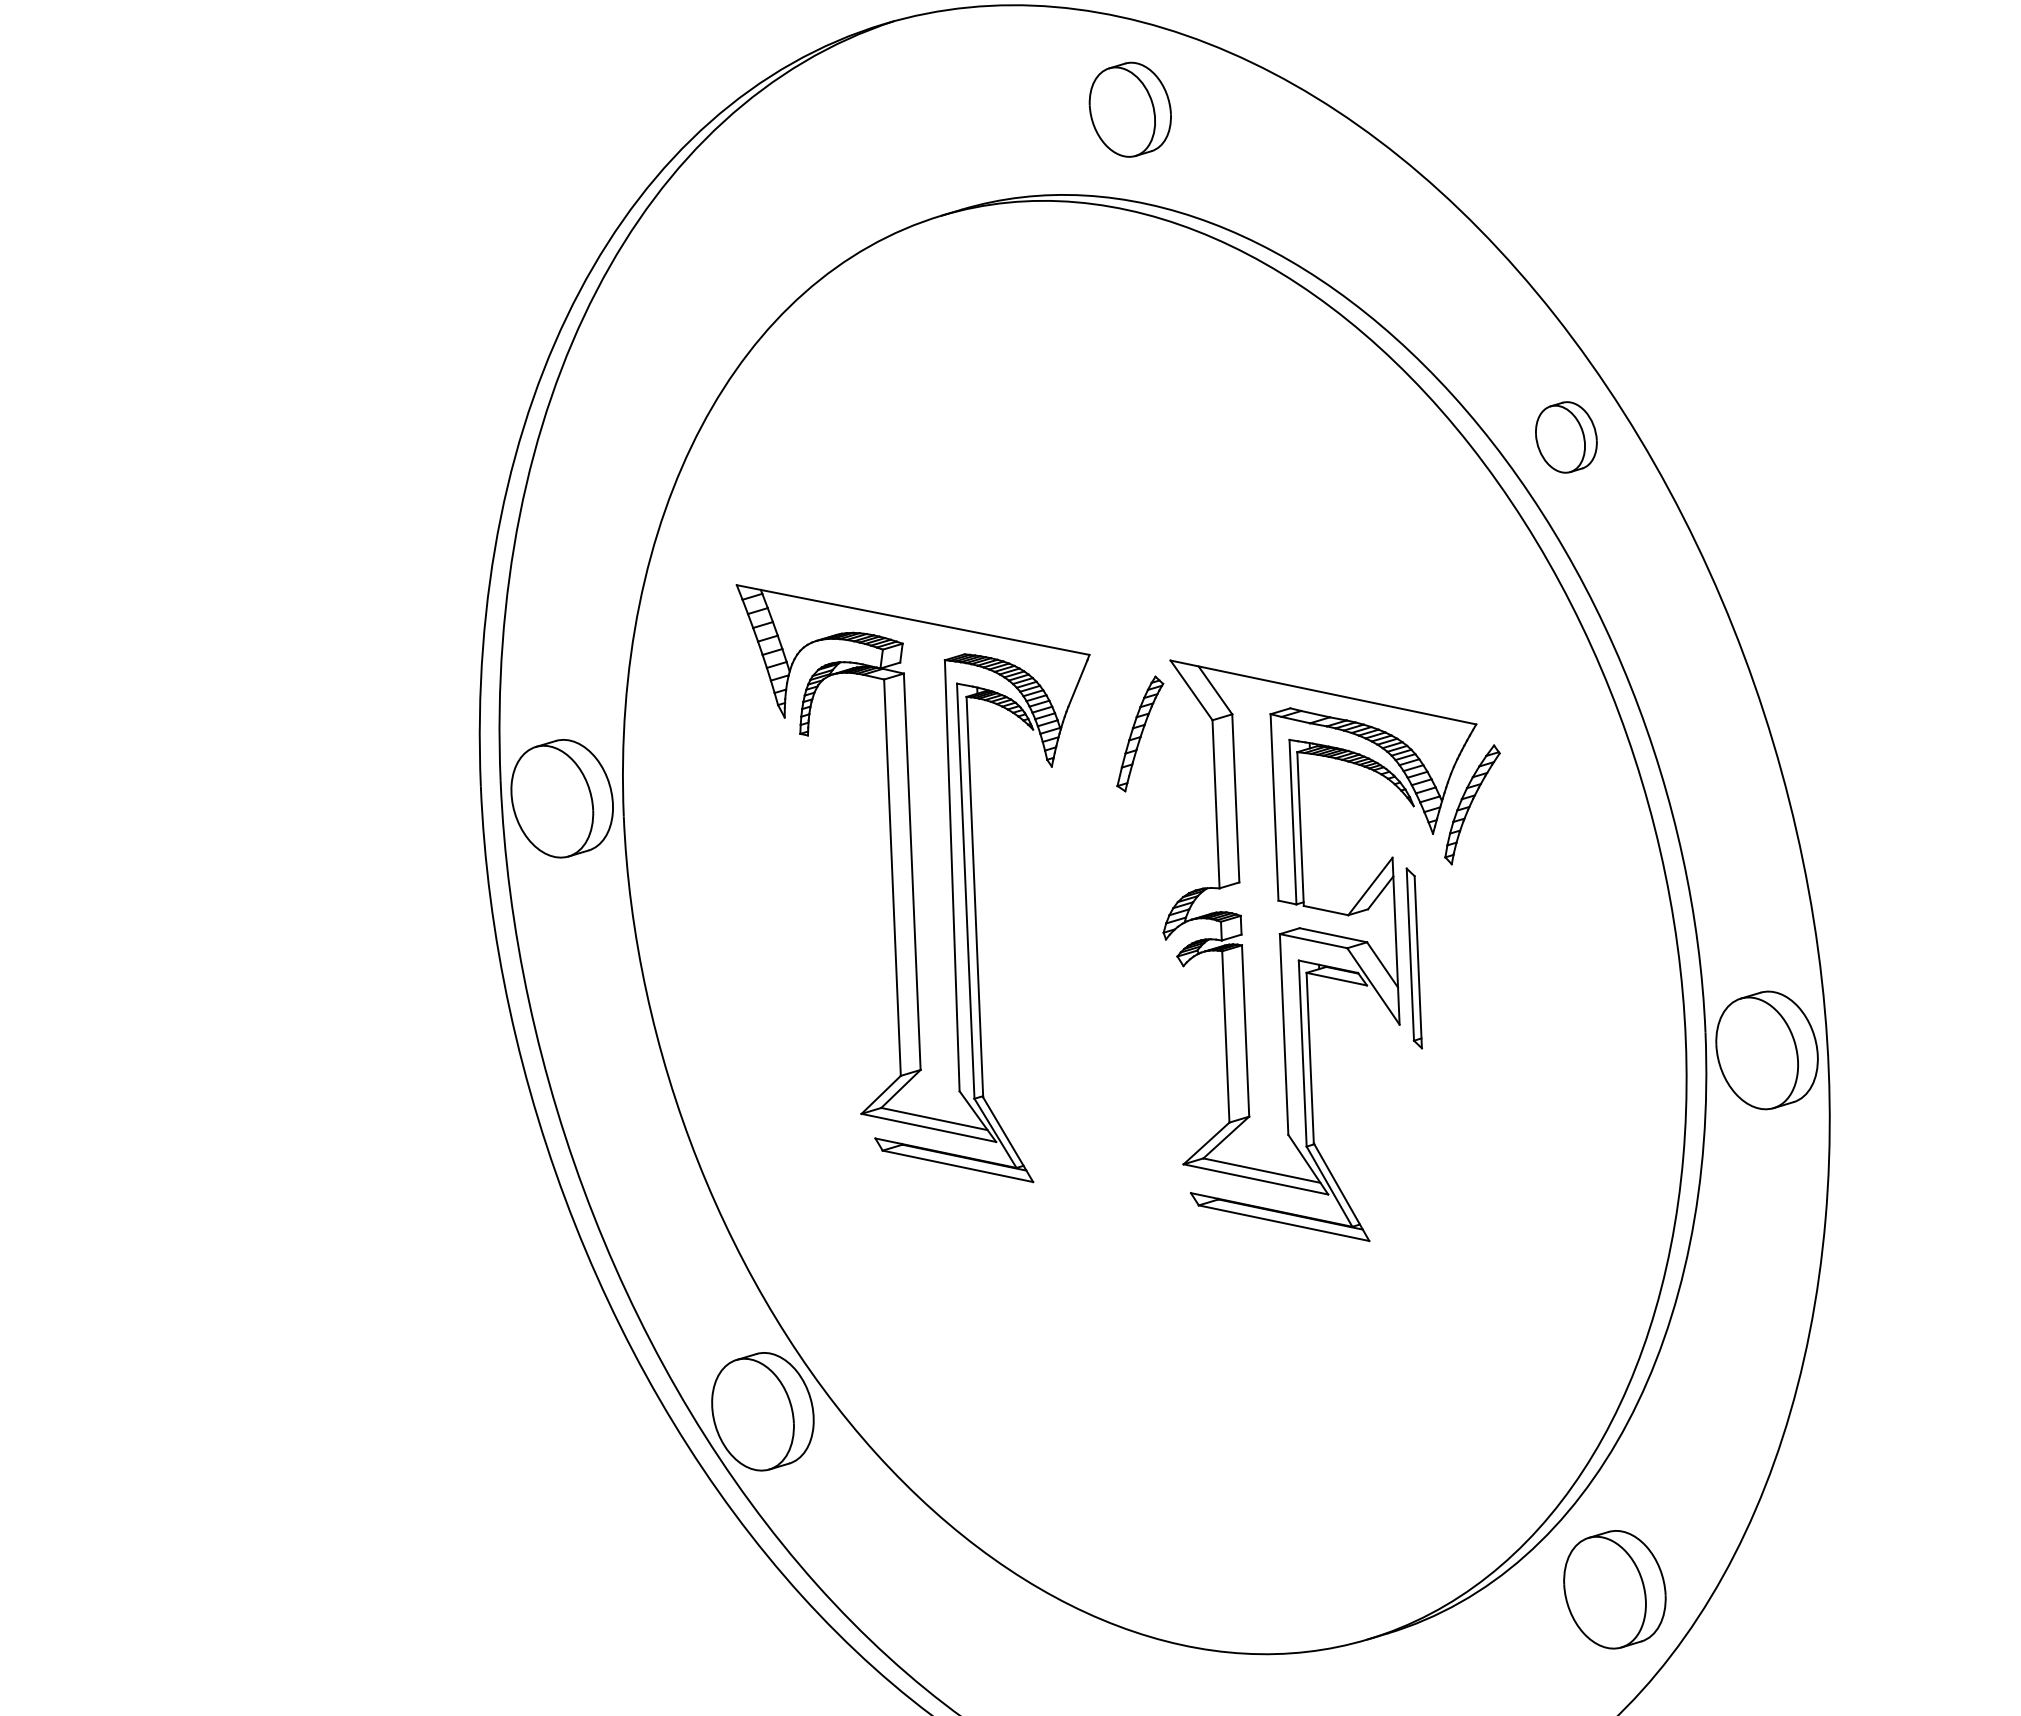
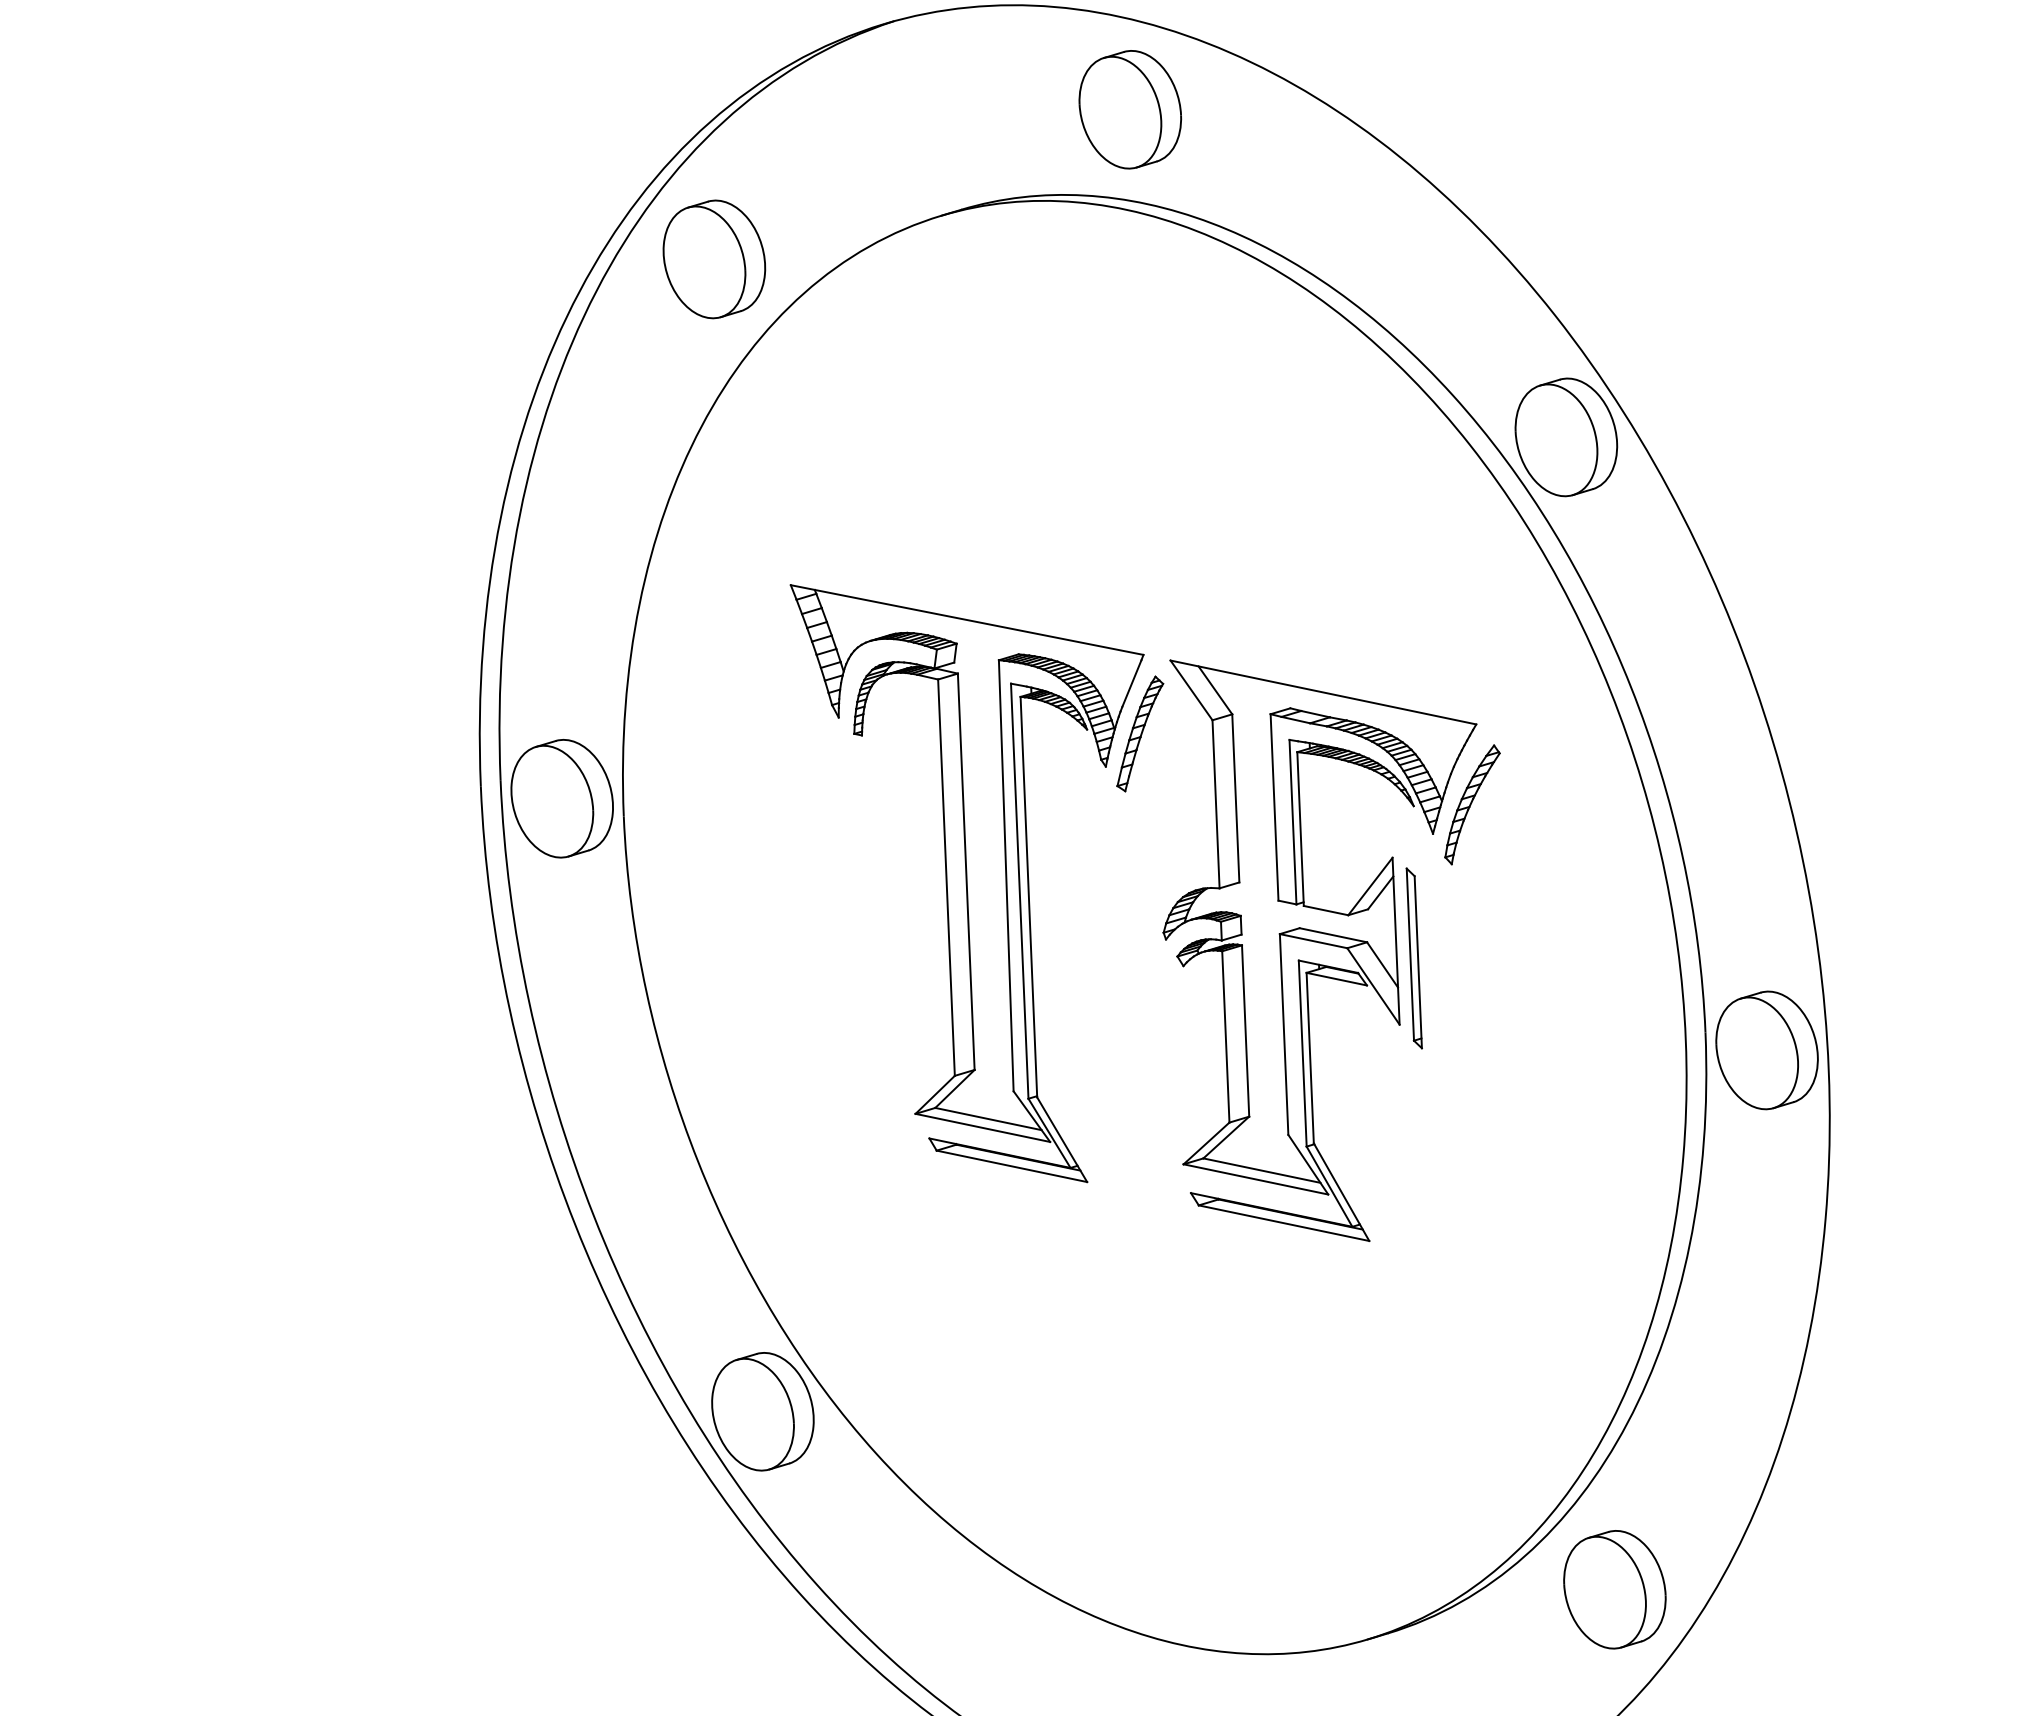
part at (1129, 109) size: 84x97 px -> 105x120 px
part at (714, 259): none -> present
part at (1566, 437) size: 63x73 px -> 105x121 px
part at (912, 883) position: (912, 883) -> (966, 883)
